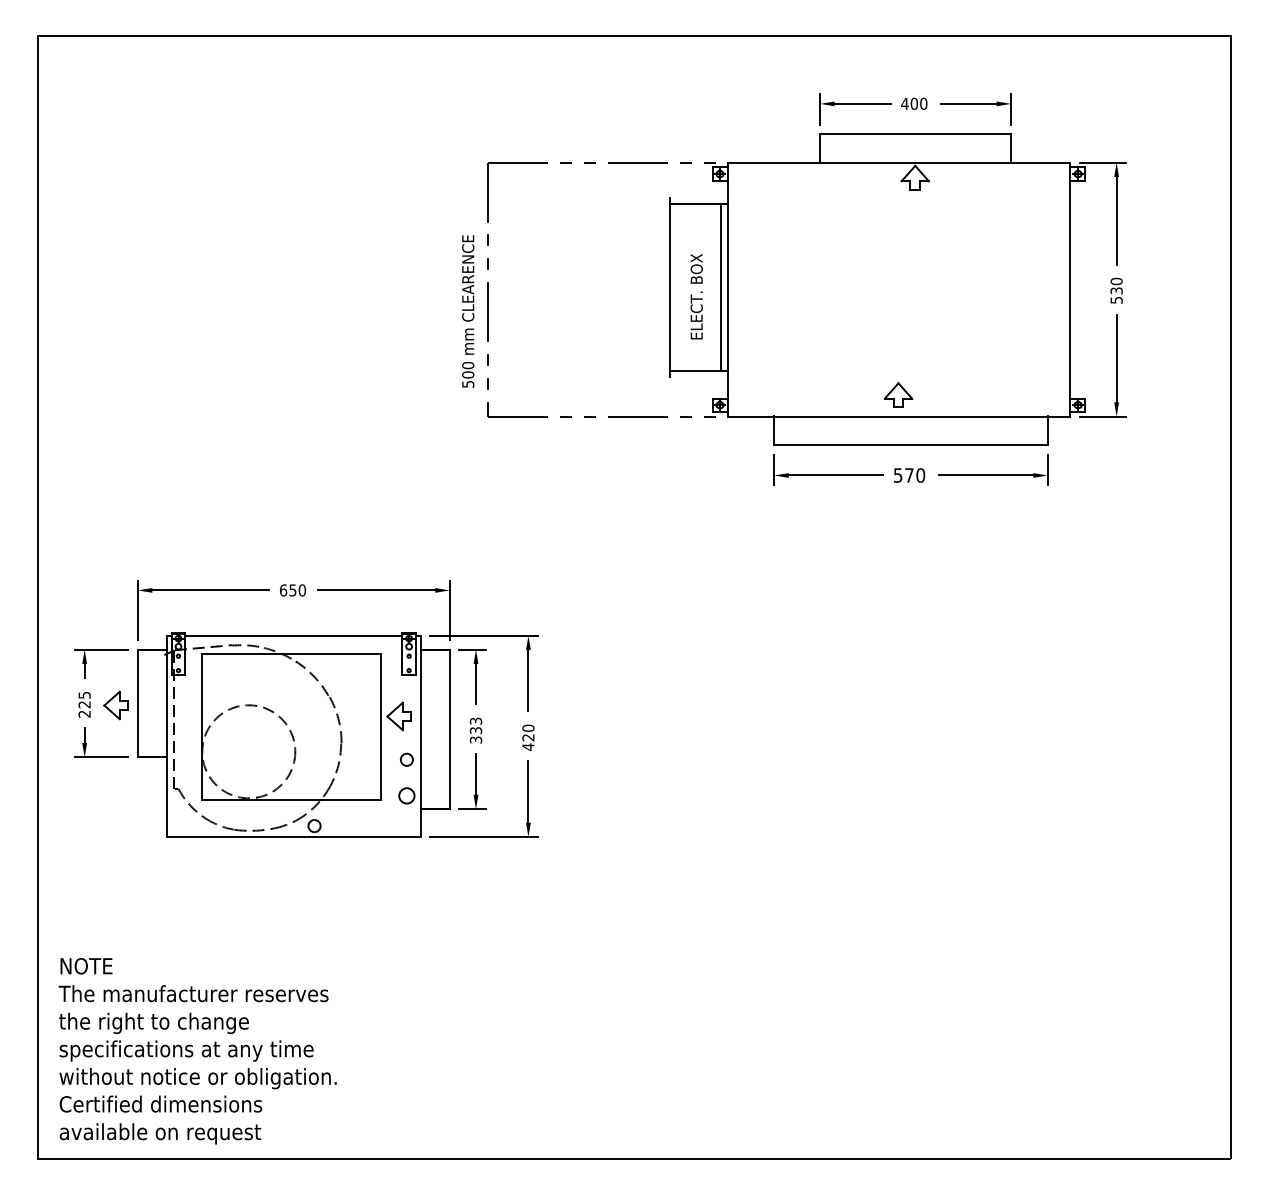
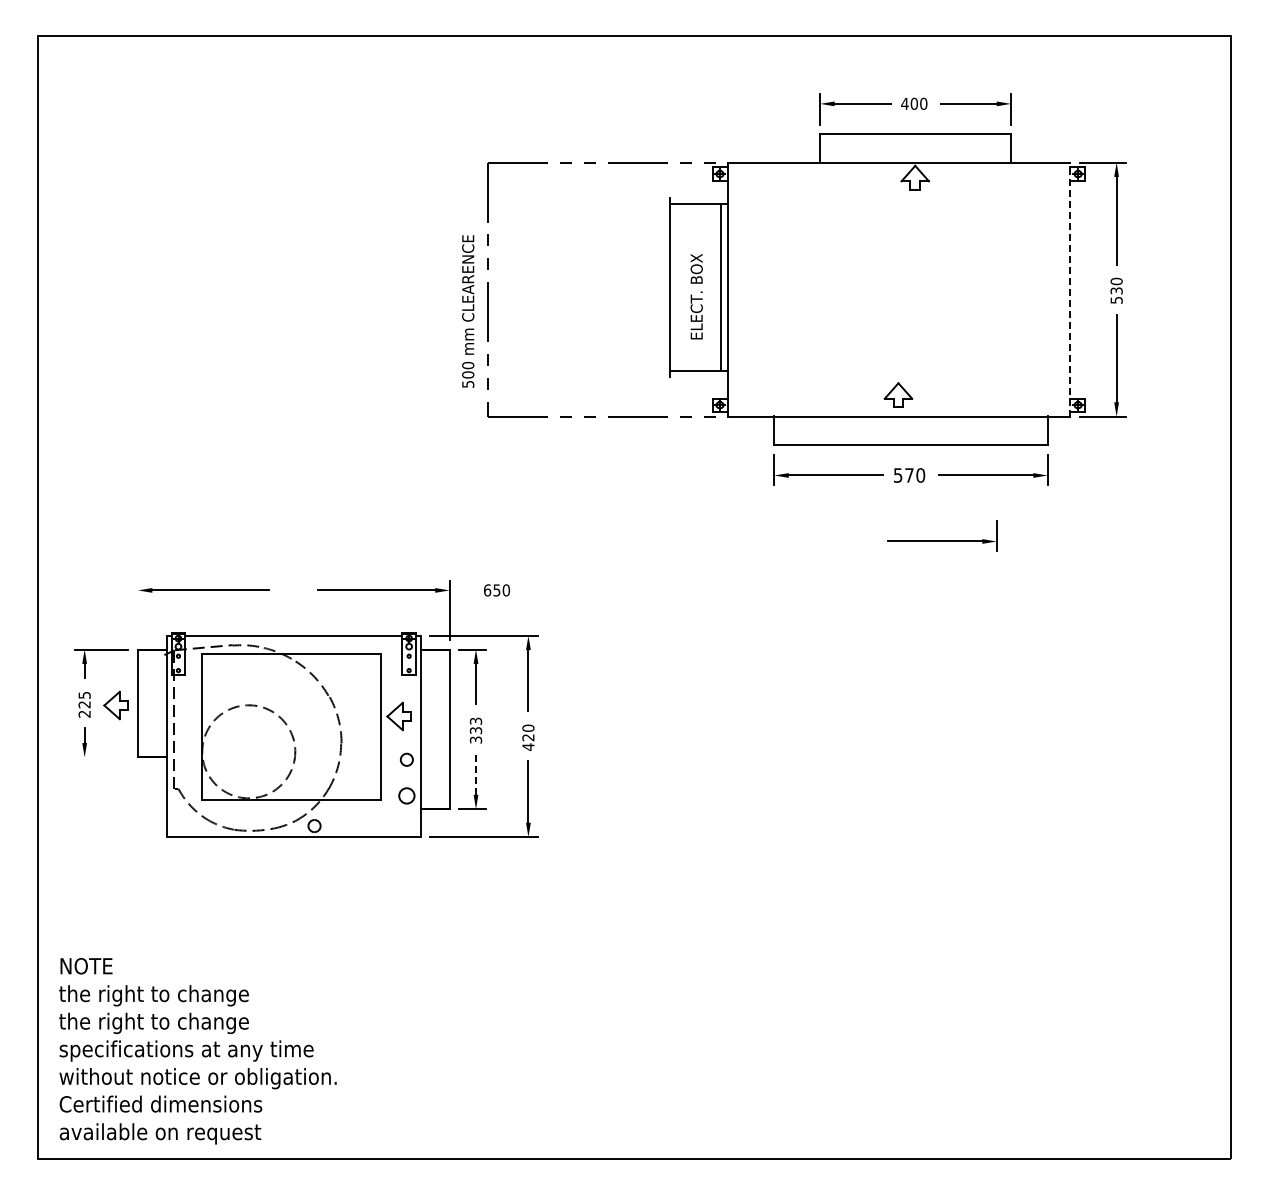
line at (1070, 289): solid -> dashed
part at (942, 535): none -> present
text at (292, 590) position: (292, 590) -> (496, 590)
line at (137, 609): present -> none
line at (101, 757): present -> none
line at (476, 774): solid -> dashed
text at (193, 995): The manufacturer reserves -> the right to change
